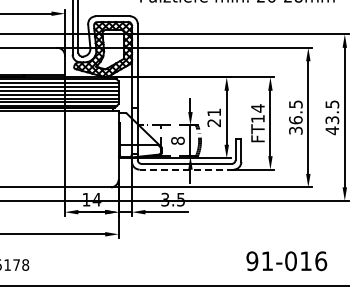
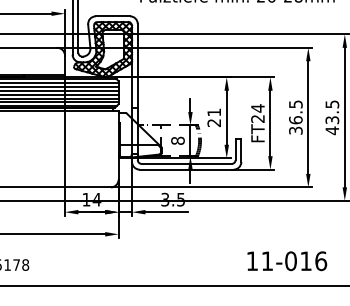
text at (257, 118): FT14 -> FT24
line at (186, 169): dashed -> solid
text at (252, 261): 91-016 -> 11-016
